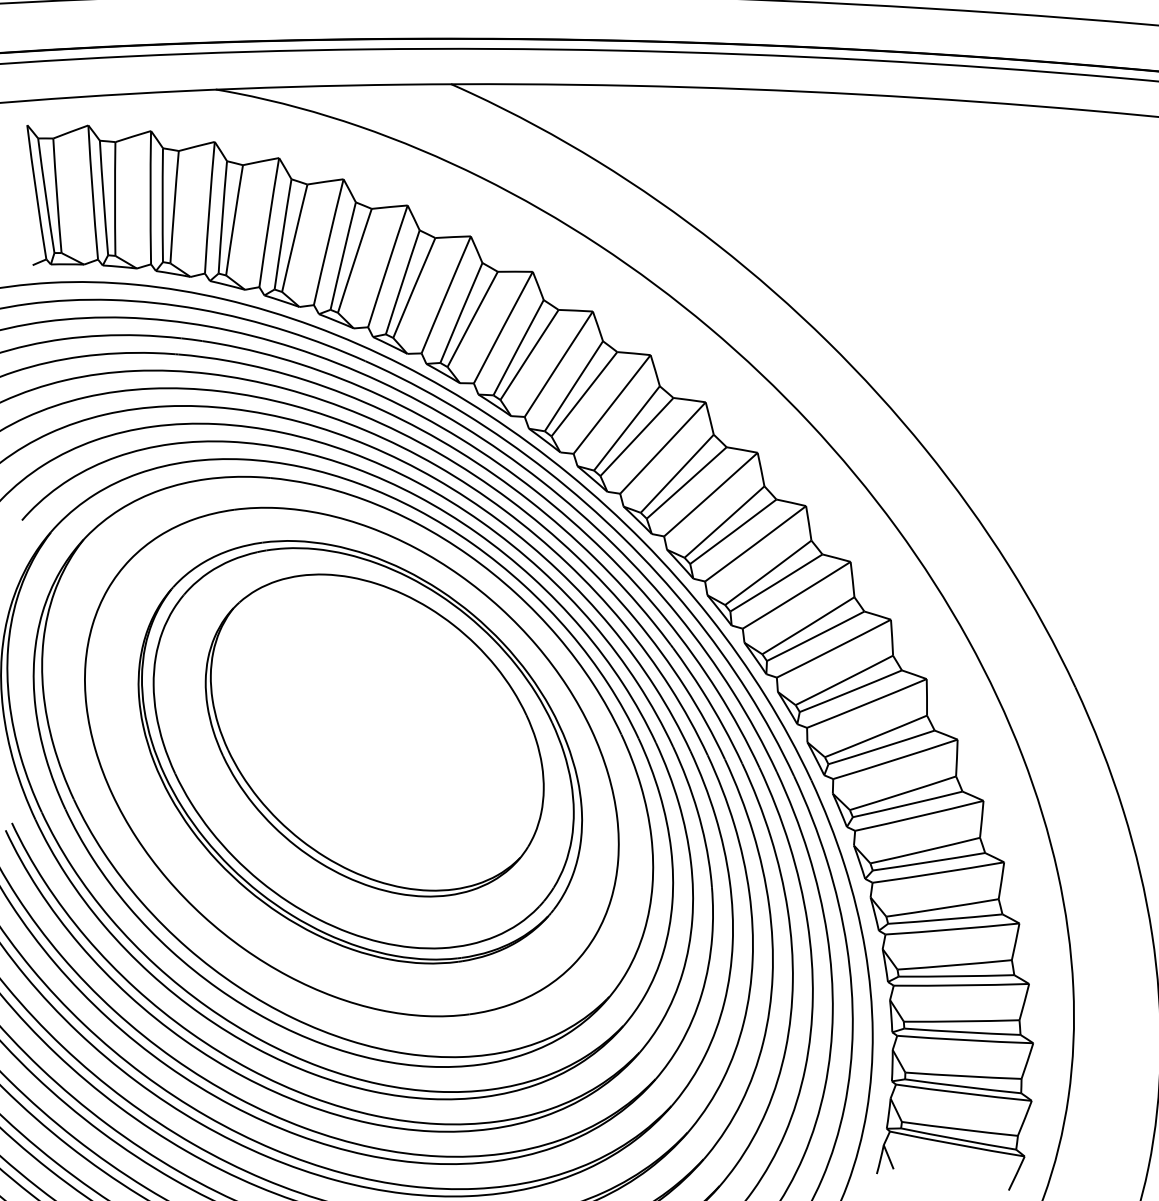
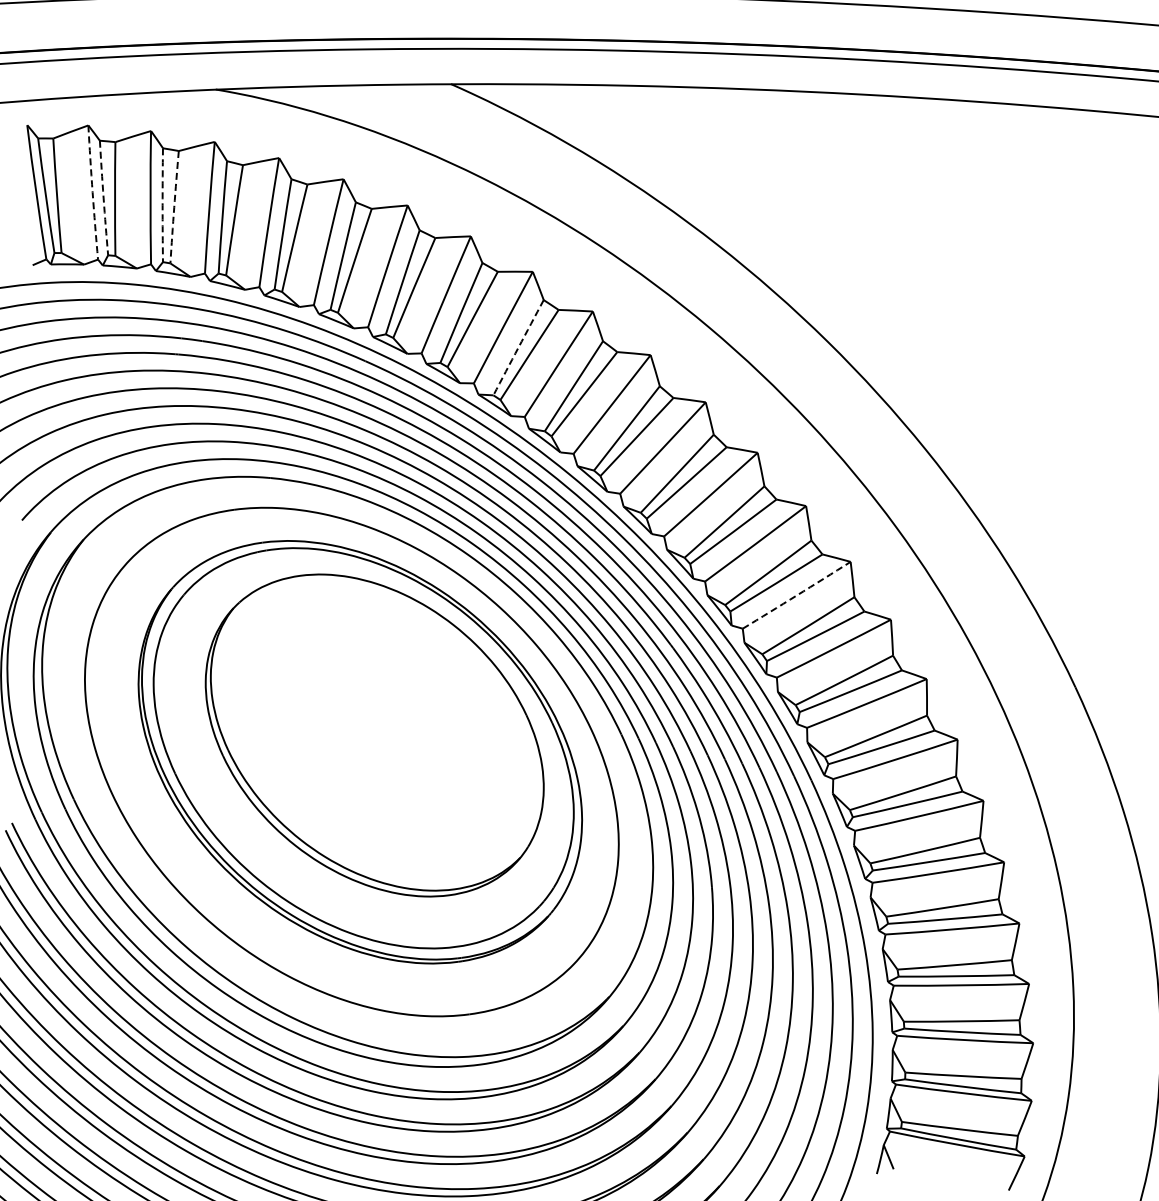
arc at (92, 192): solid -> dashed
arc at (103, 198): solid -> dashed
arc at (162, 205): solid -> dashed
arc at (174, 207): solid -> dashed
arc at (518, 347): solid -> dashed
arc at (796, 595): solid -> dashed
